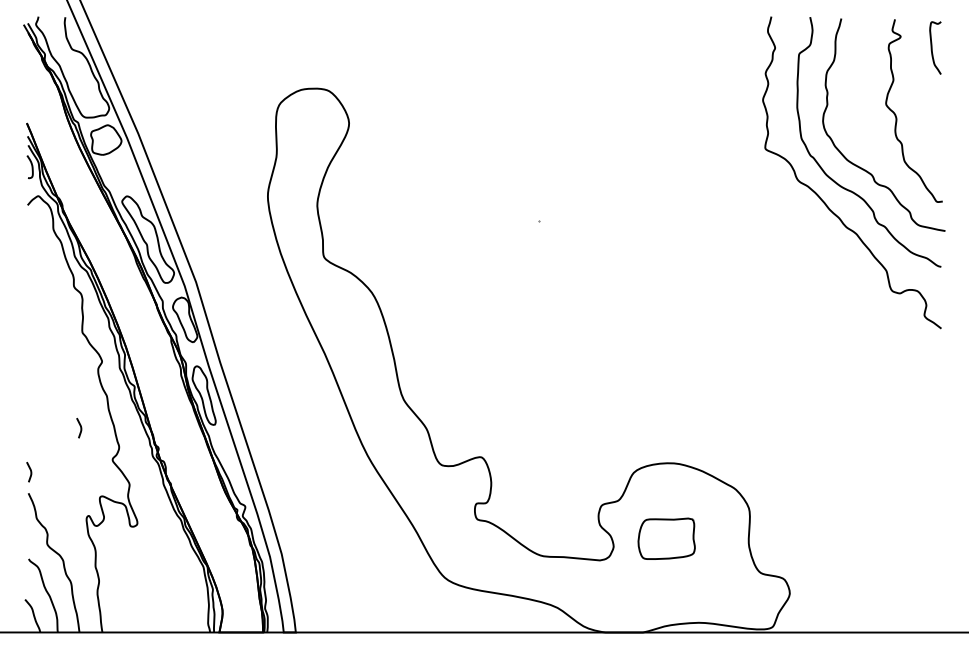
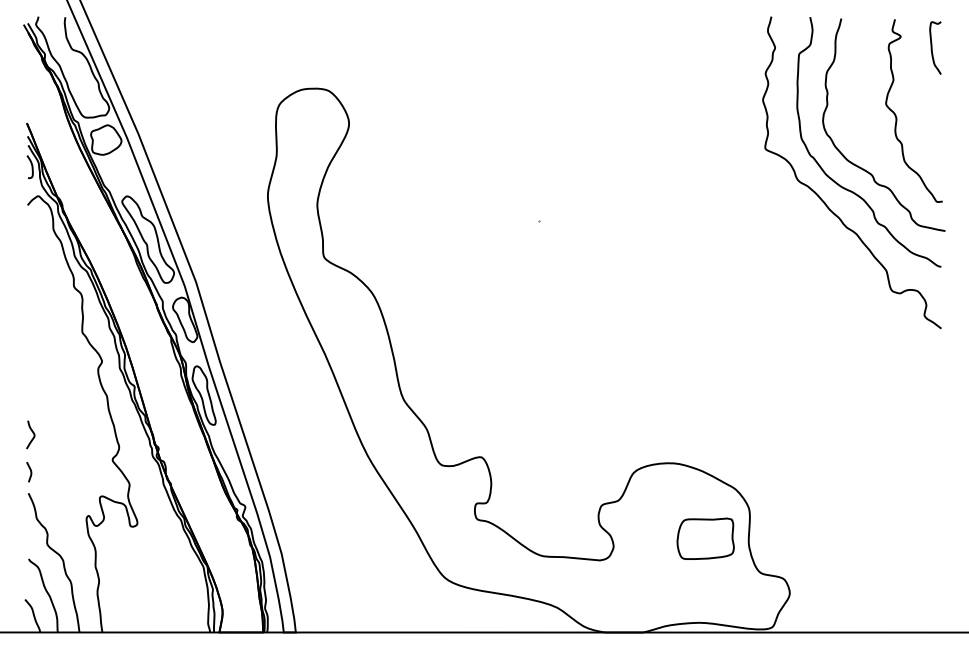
curve at (80, 428): present -> none
curve at (32, 433): none -> present
part at (666, 538) position: (666, 538) -> (705, 538)
